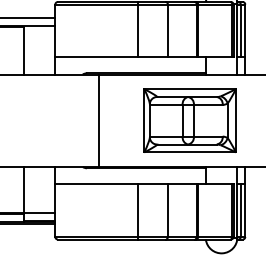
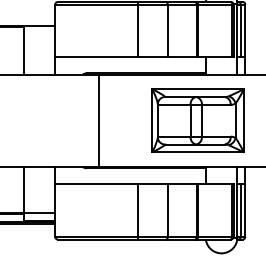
line at (28, 17): present -> none
part at (189, 120) position: (189, 120) -> (197, 120)
